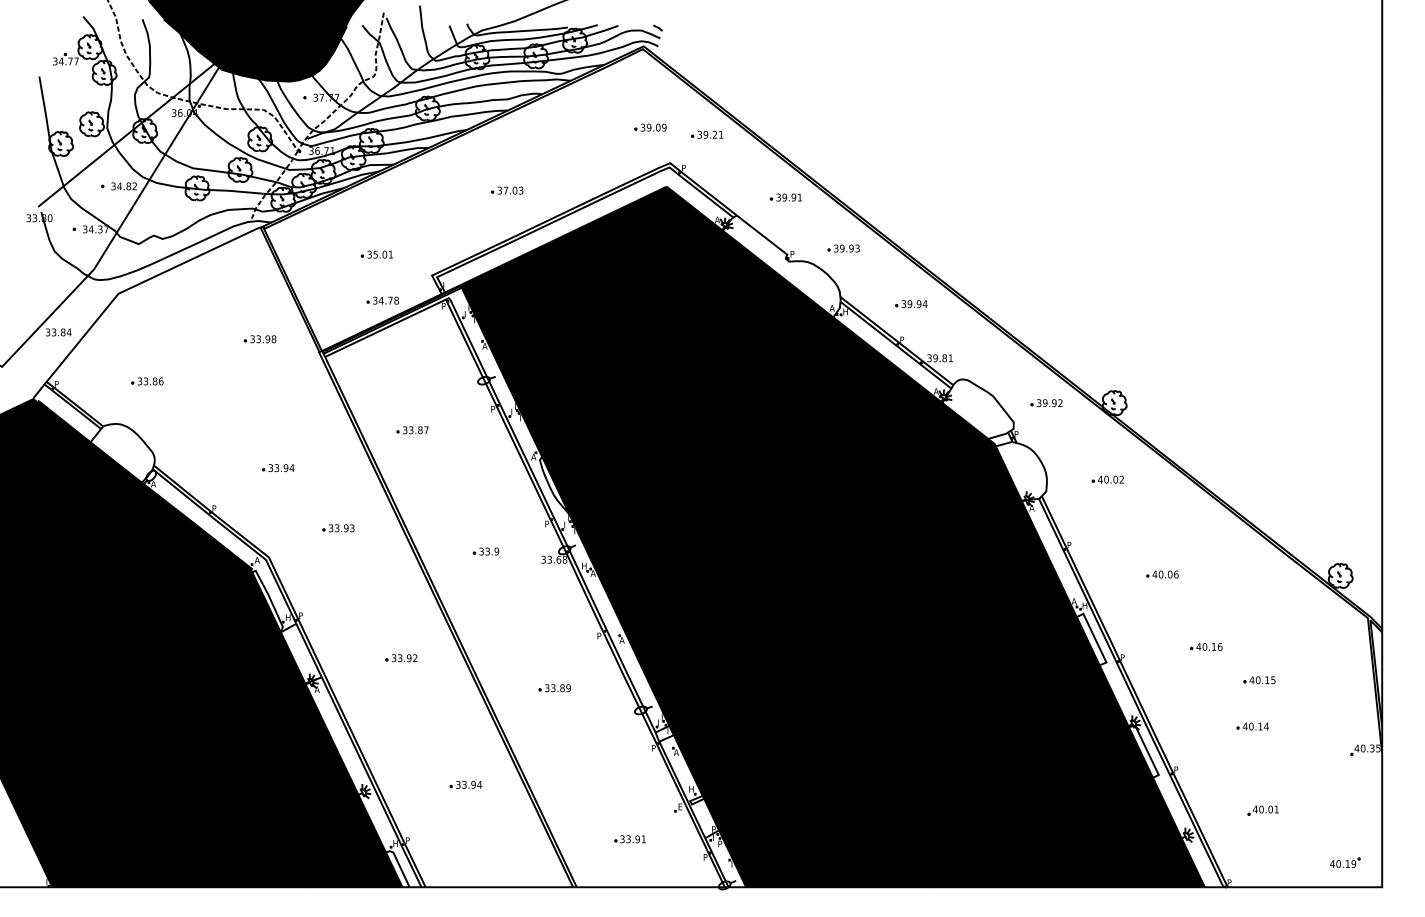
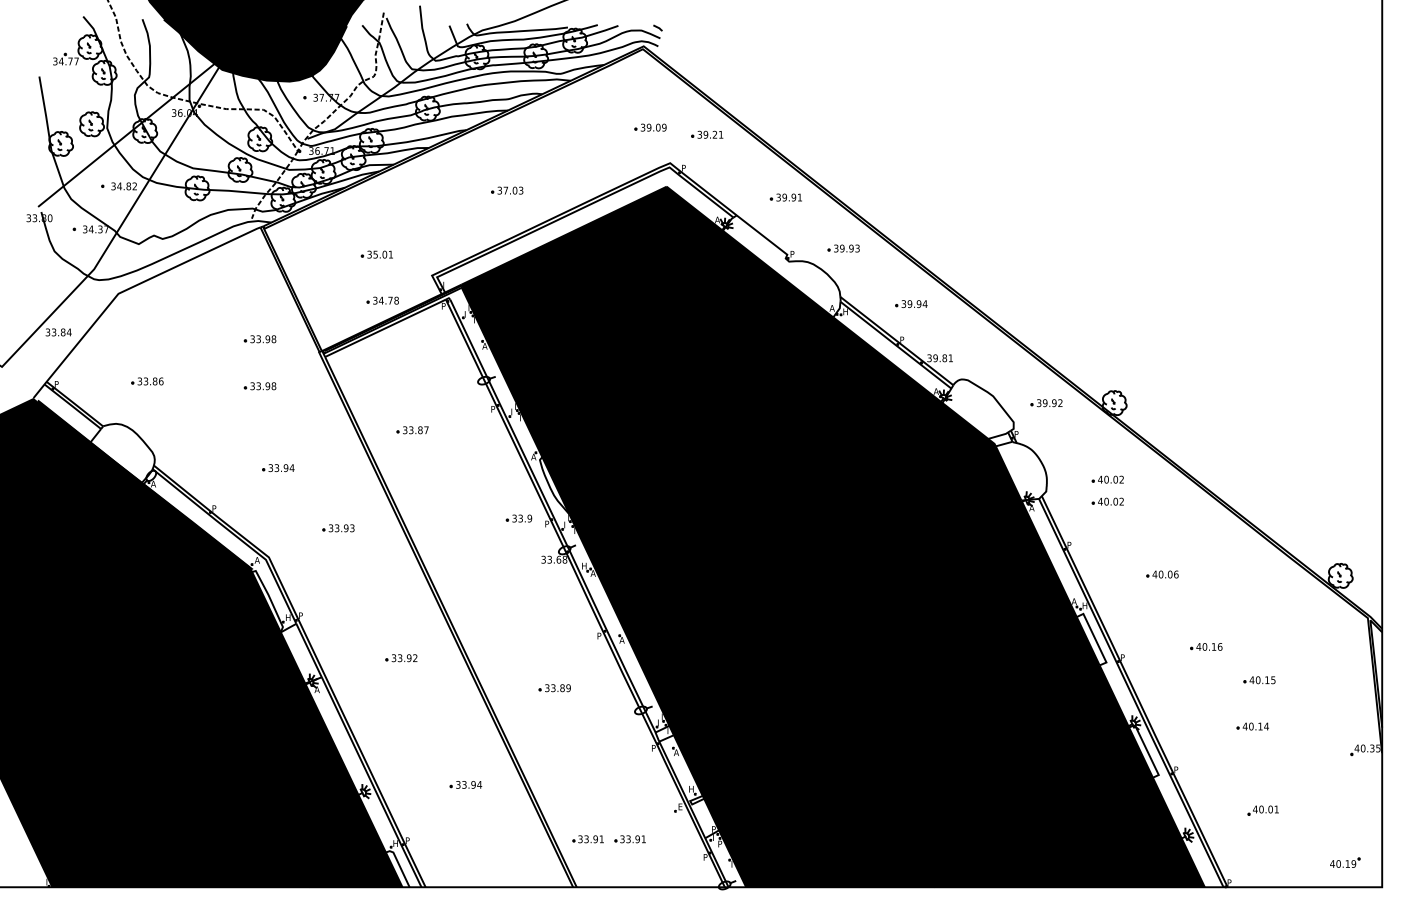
part at (259, 386): none -> present
part at (1107, 501): none -> present
part at (485, 551) position: (485, 551) -> (518, 518)
part at (587, 839): none -> present
